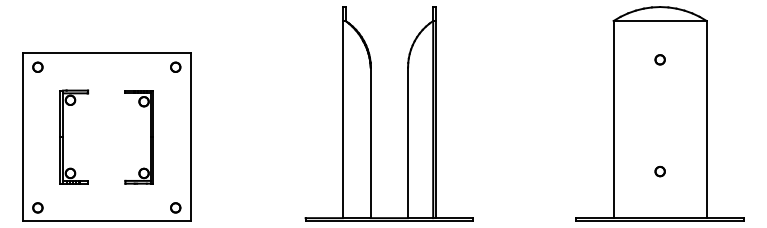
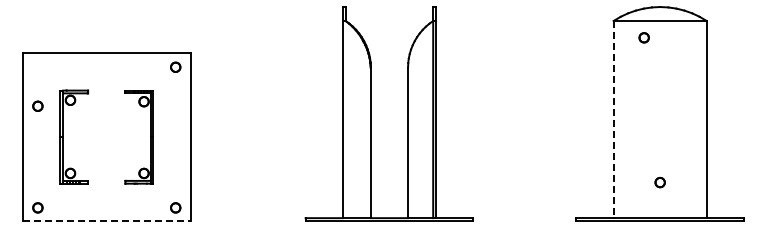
part at (659, 59) position: (659, 59) -> (643, 37)
part at (37, 66) position: (37, 66) -> (37, 105)
line at (613, 119): solid -> dashed
part at (659, 171) position: (659, 171) -> (659, 182)
line at (106, 220): solid -> dashed
